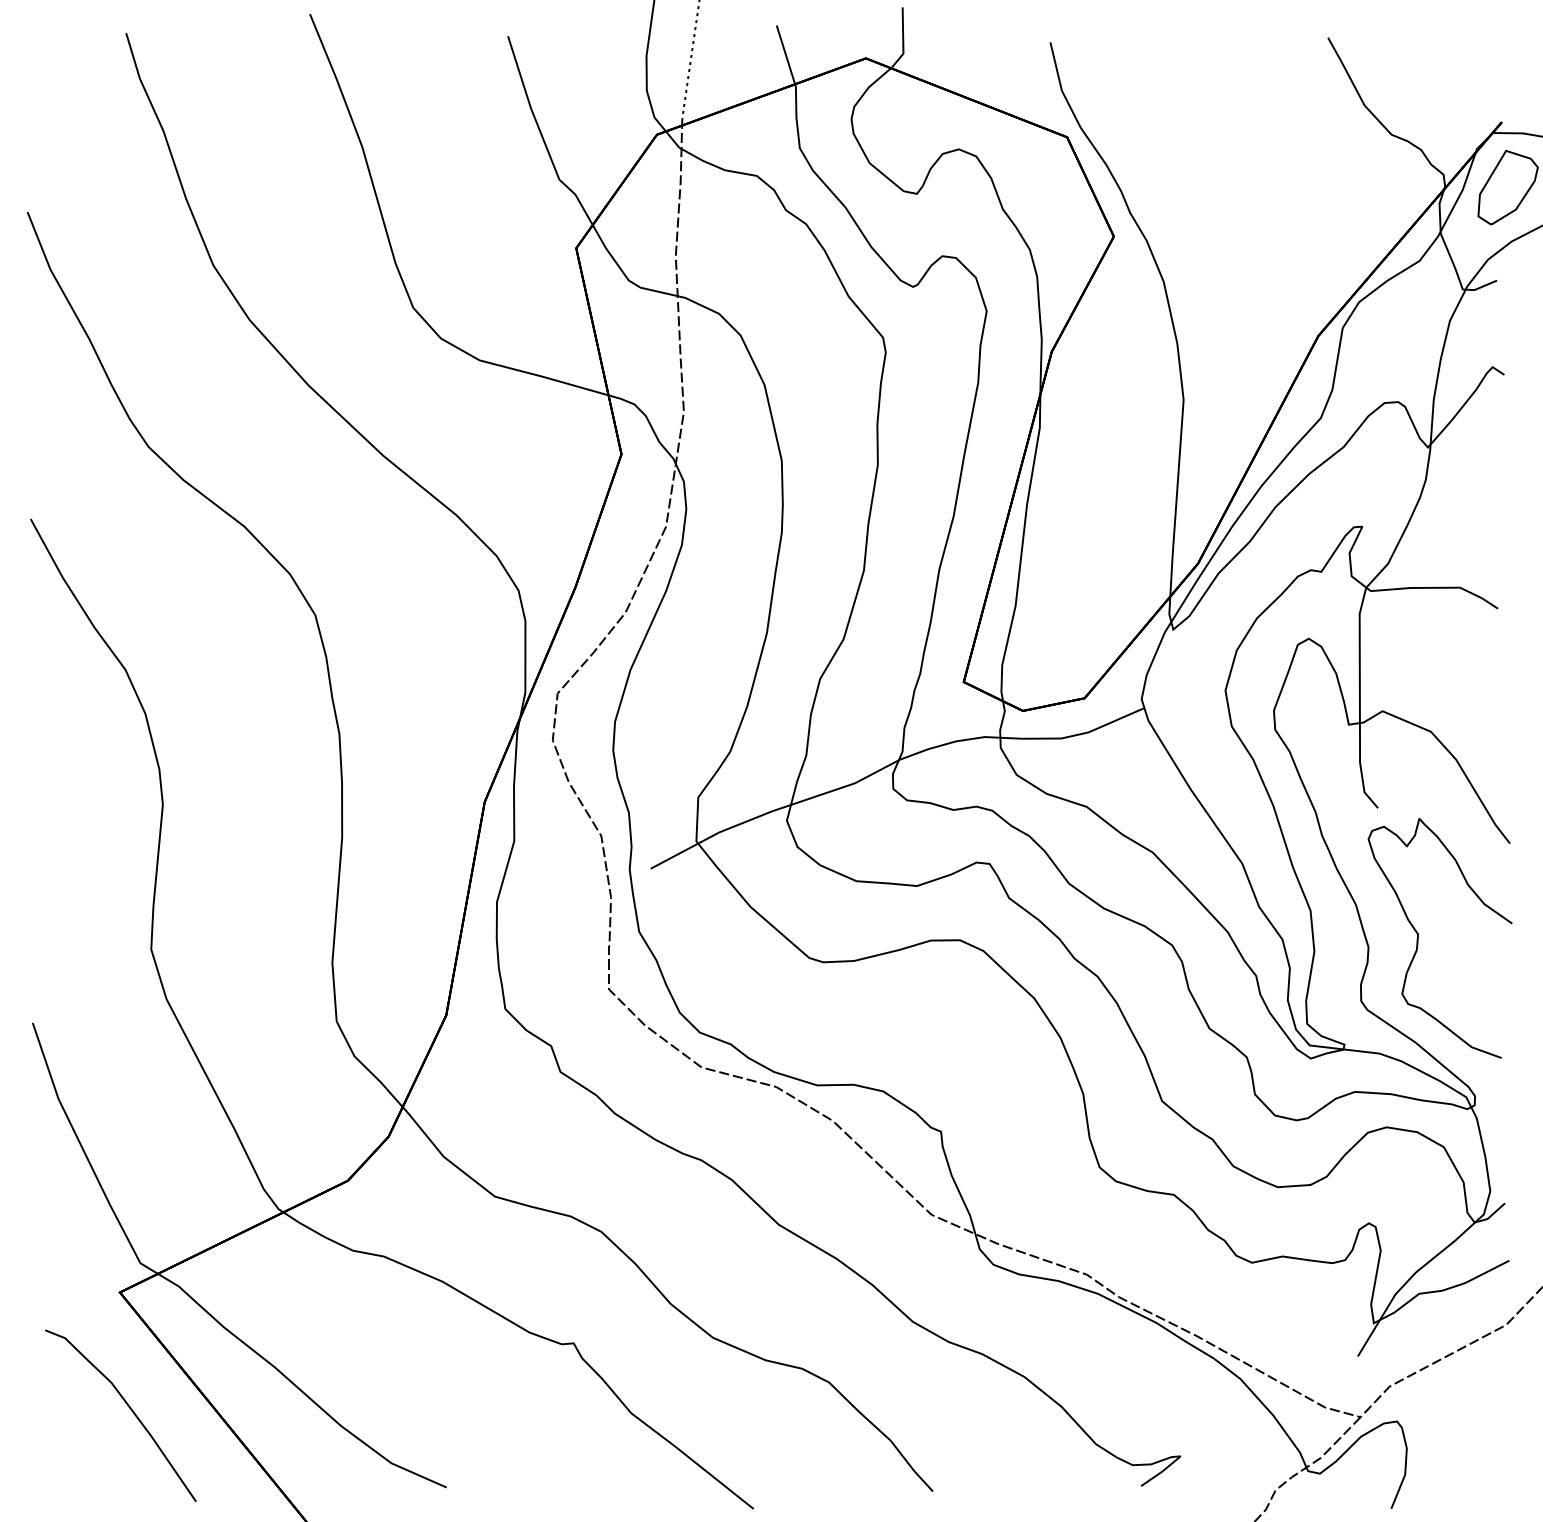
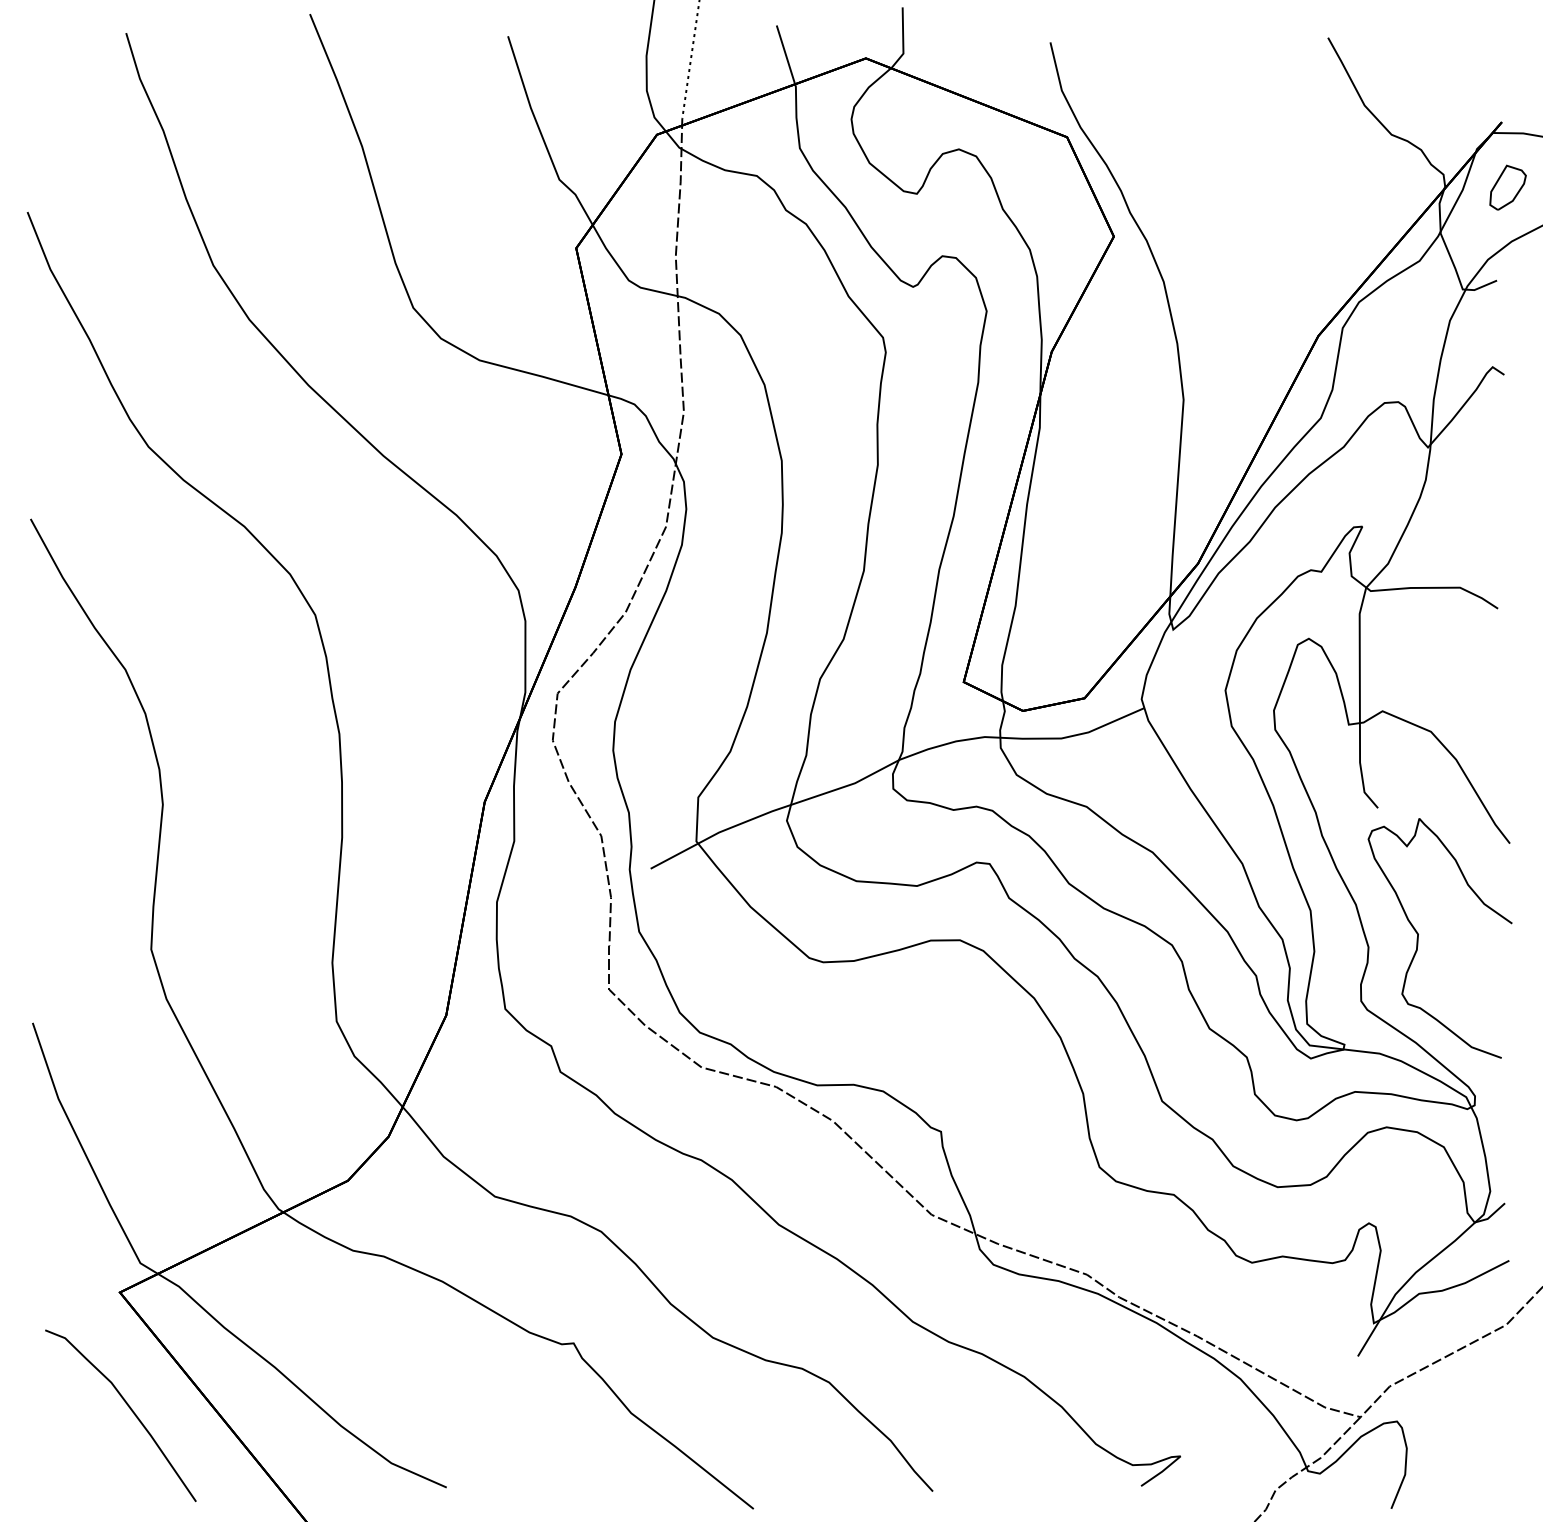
part at (1507, 187) size: 62x76 px -> 38x47 px
